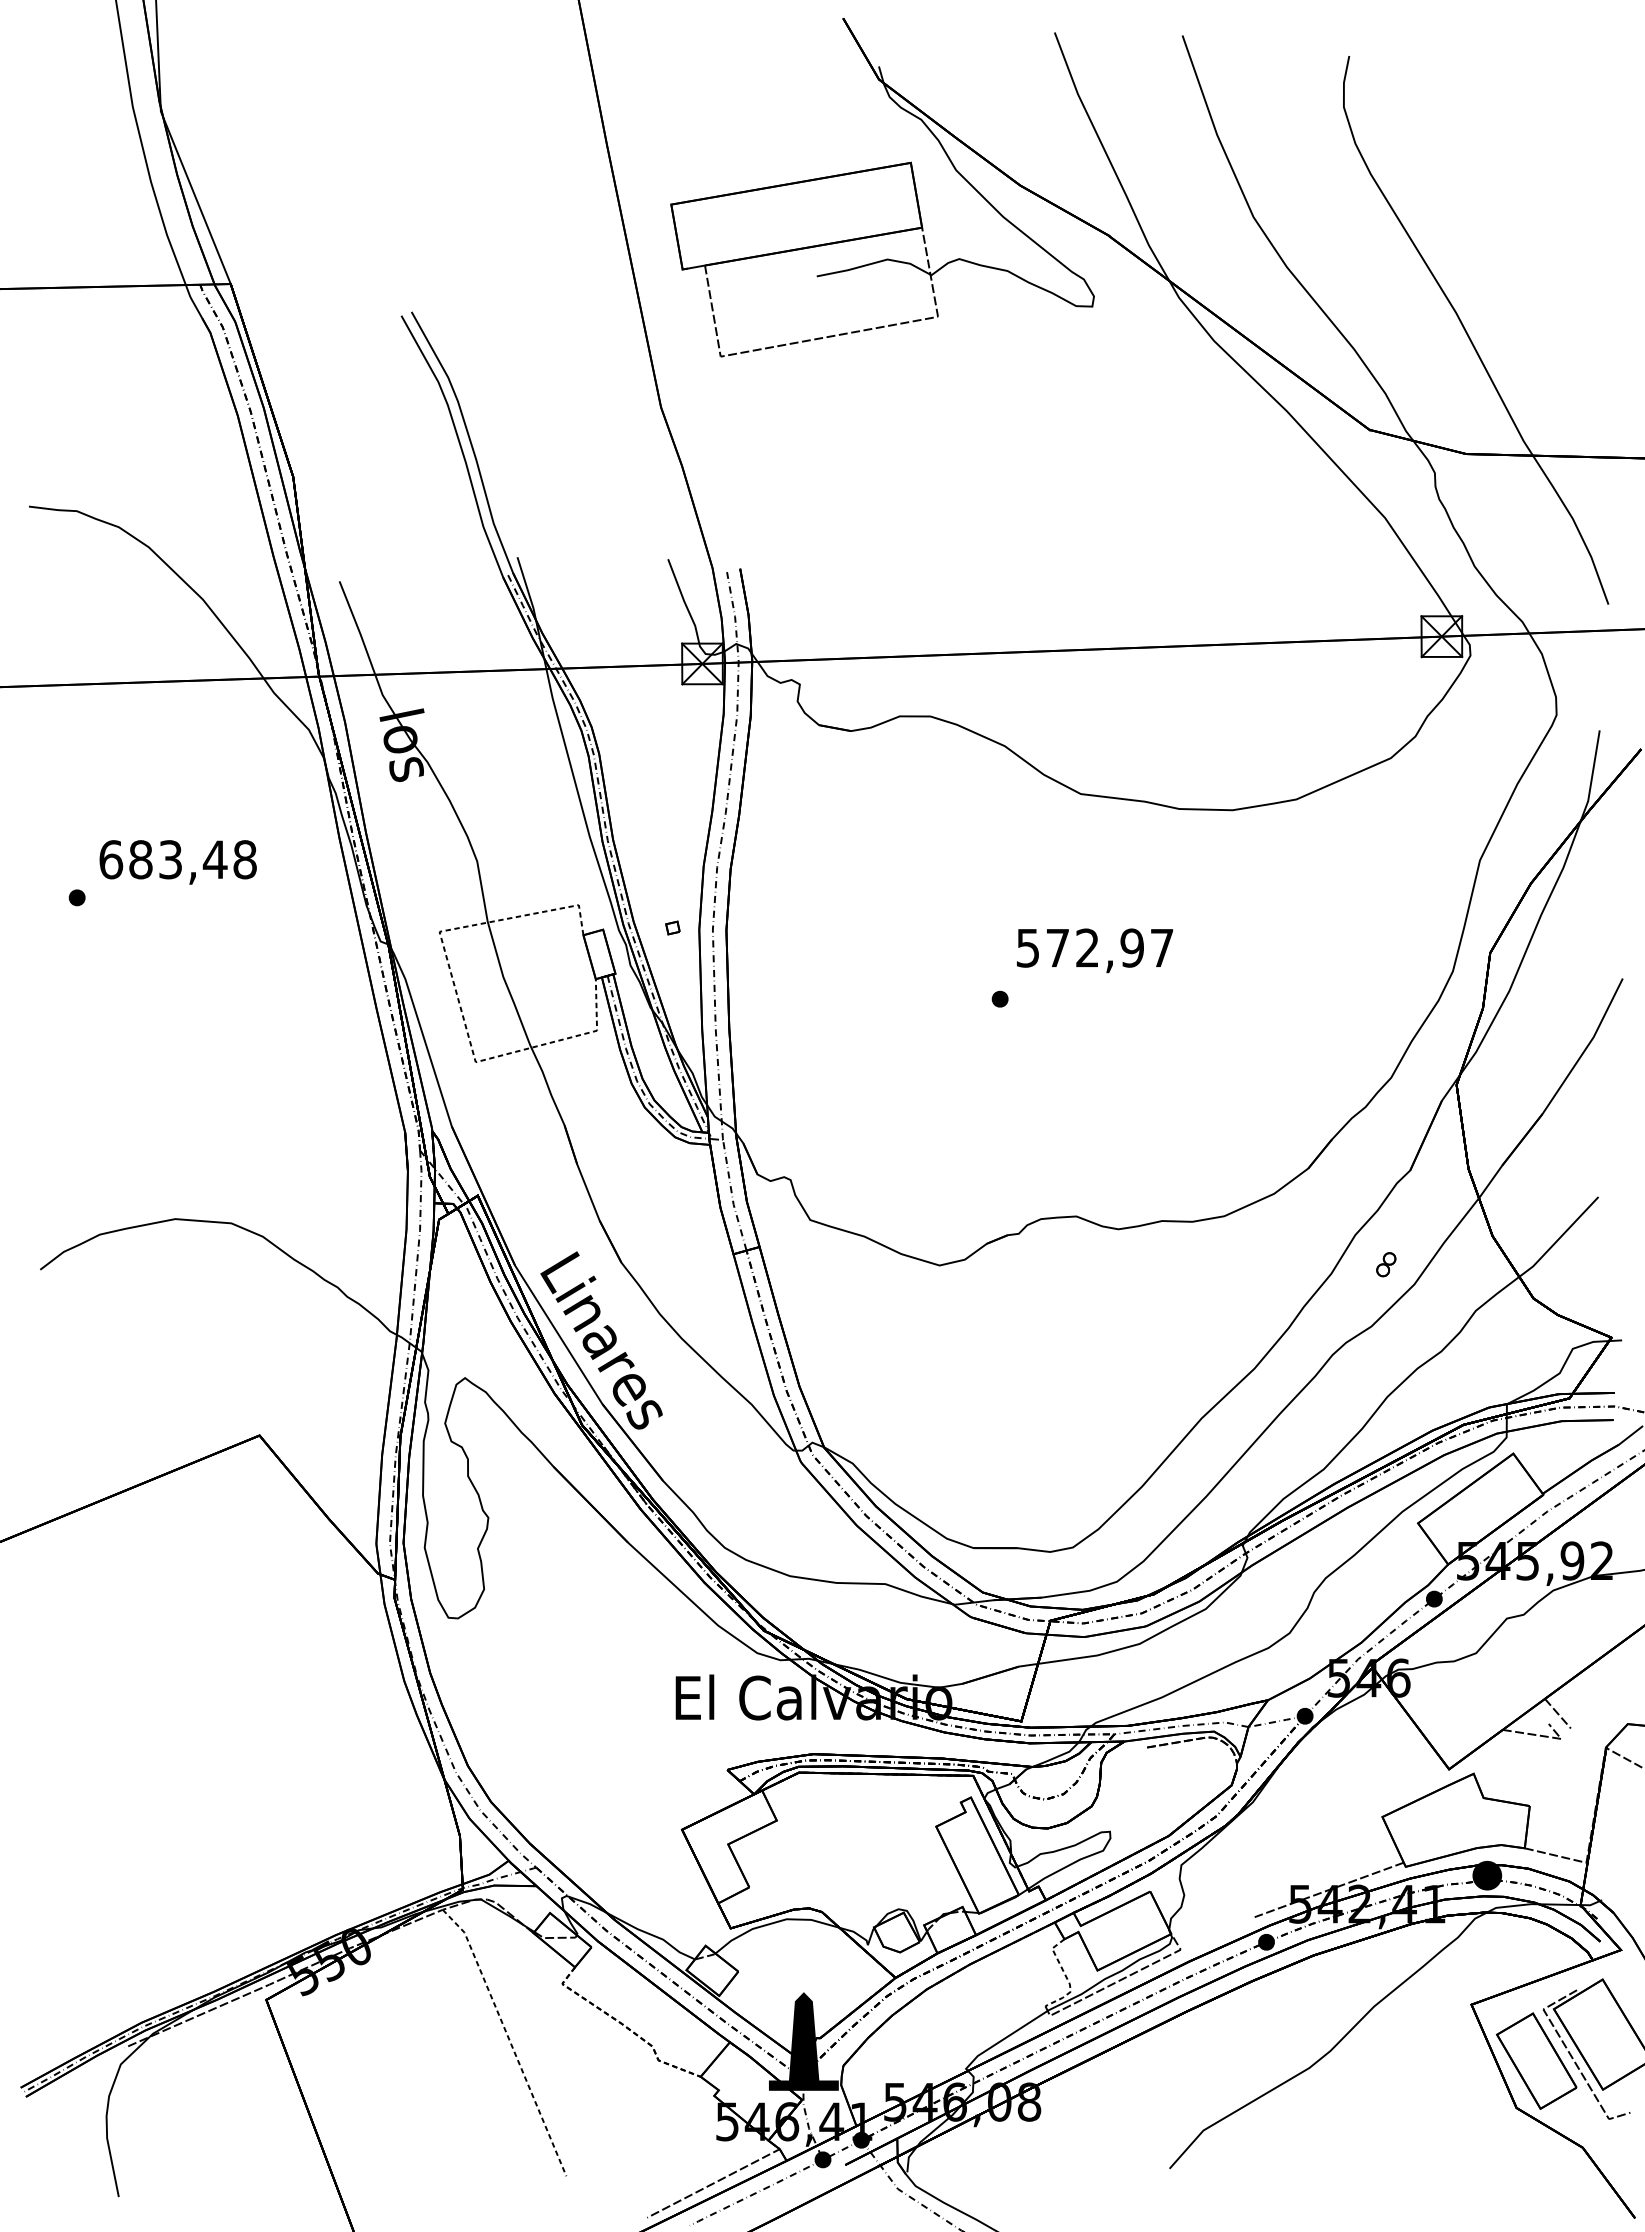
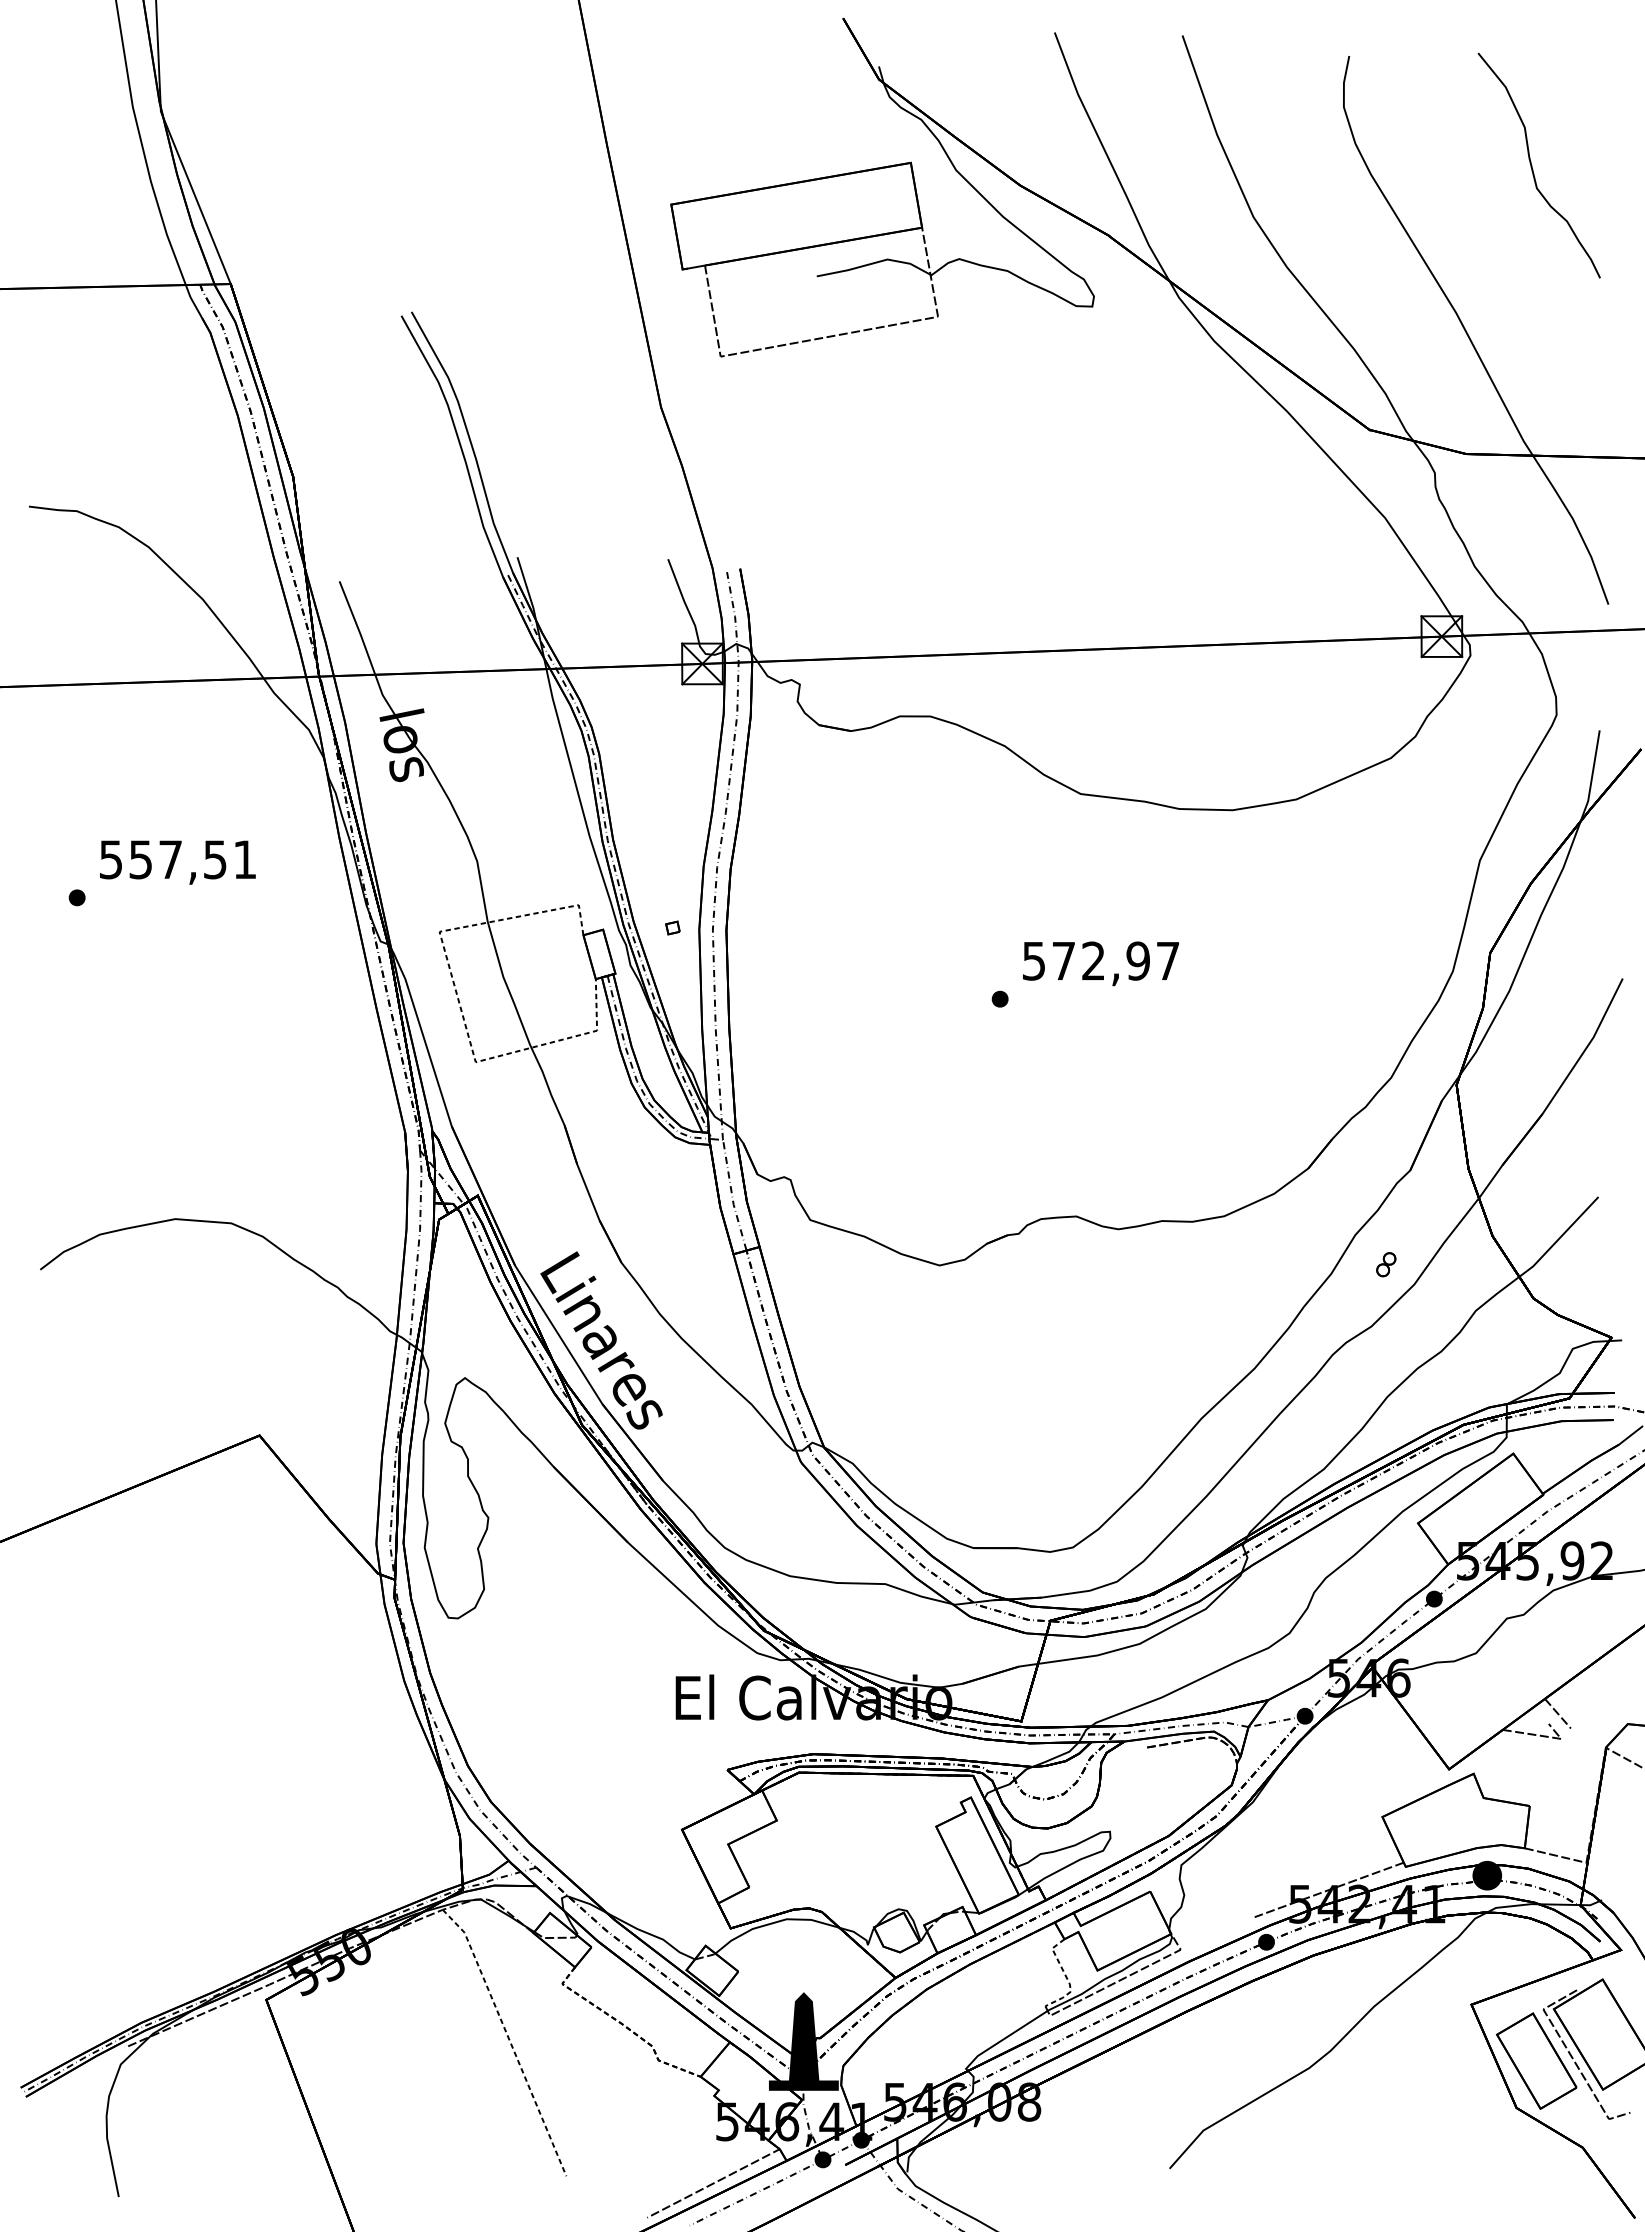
curve at (1532, 165): none -> present
text at (177, 859): 683,48 -> 557,51
text at (1094, 950) position: (1094, 950) -> (1100, 963)
